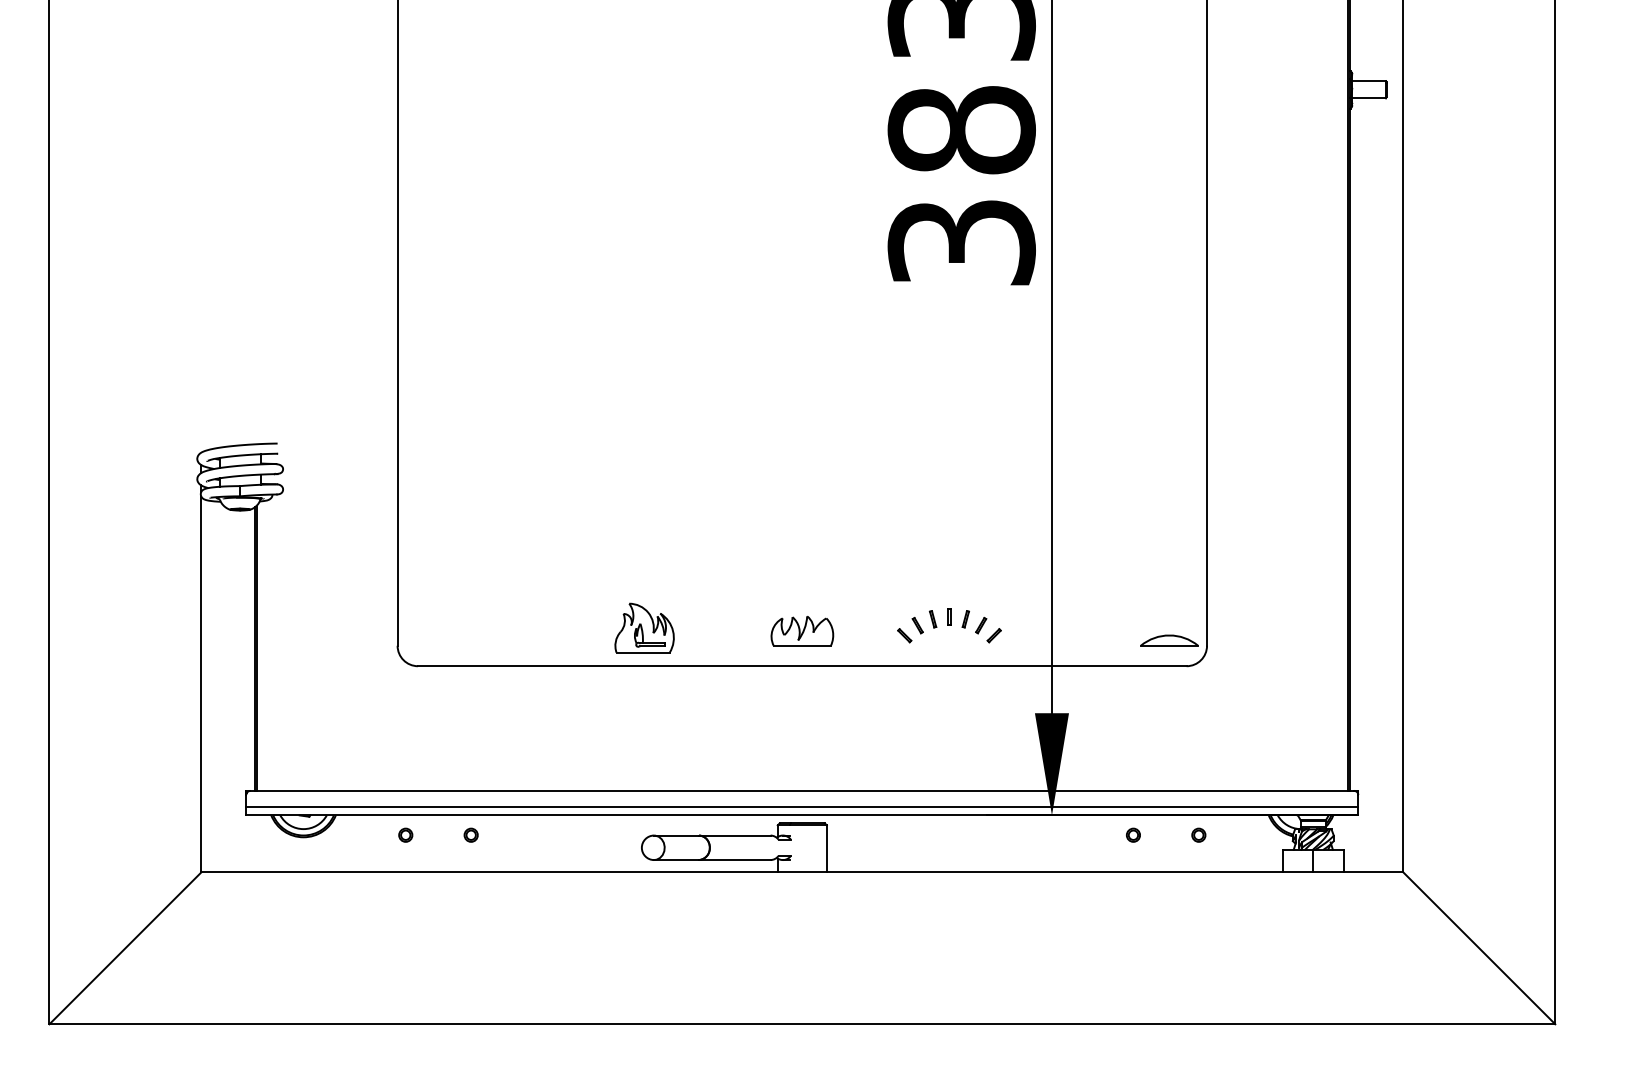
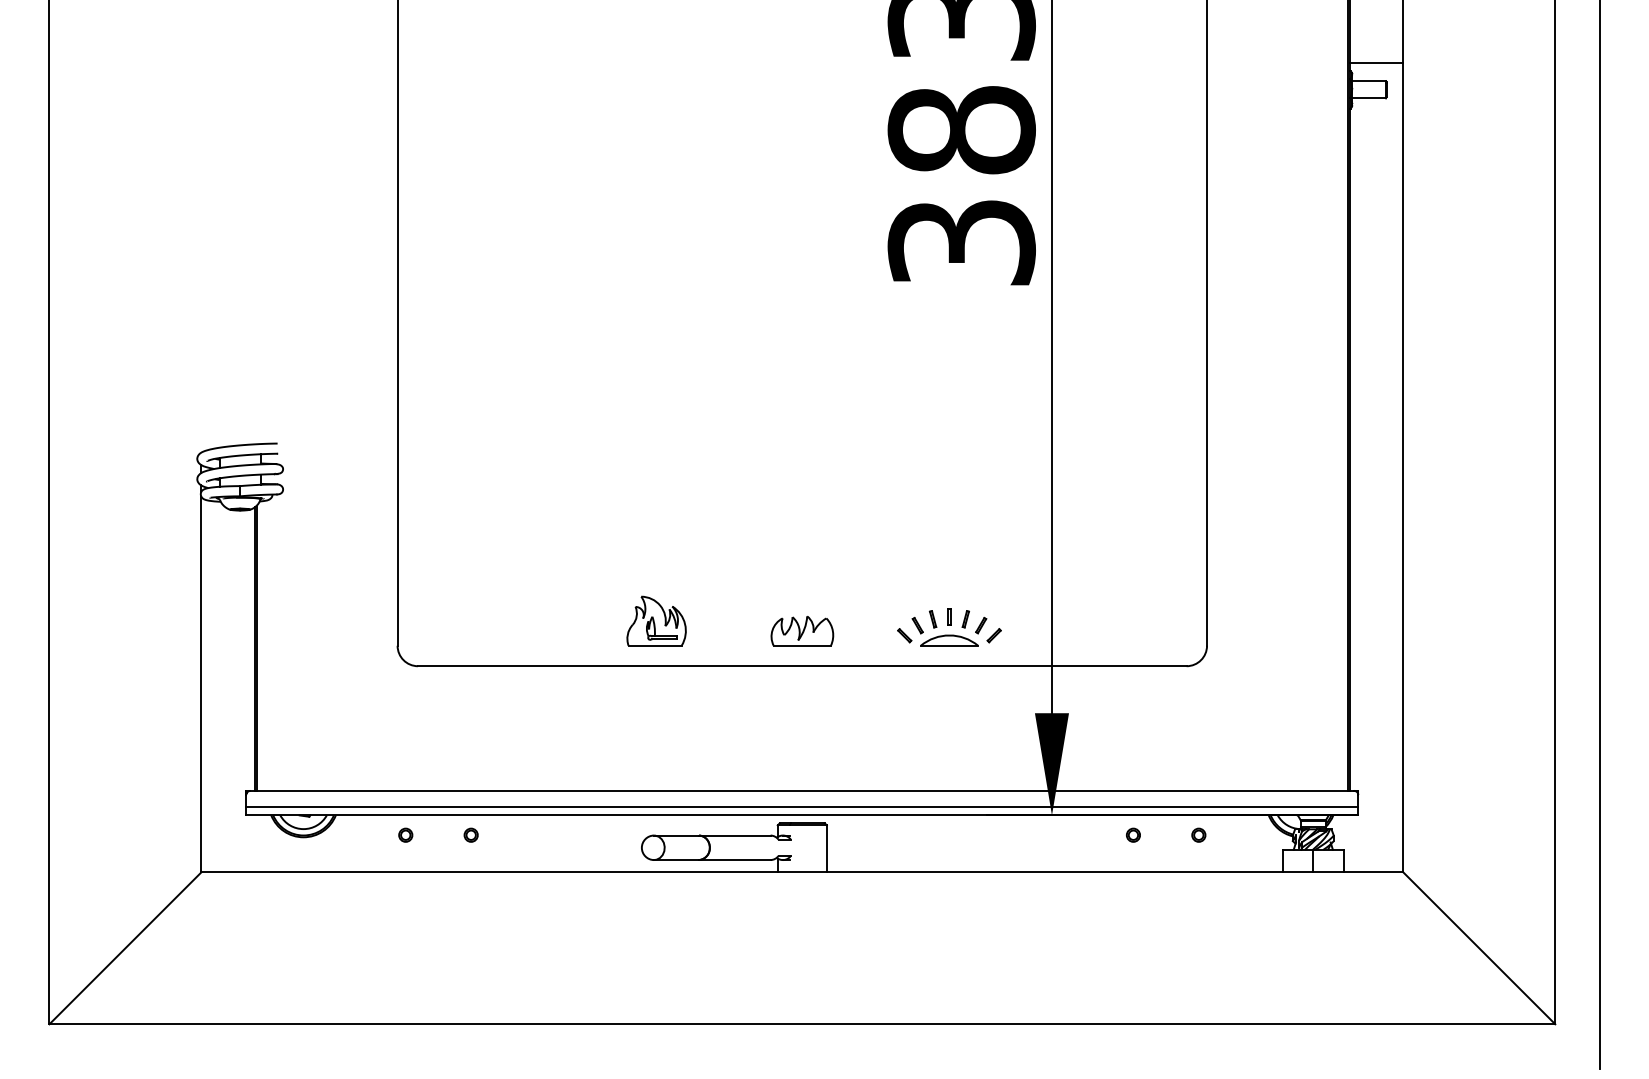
line at (1376, 62): none -> present
line at (1599, 535): none -> present
part at (644, 627) position: (644, 627) -> (656, 620)
part at (1169, 640) position: (1169, 640) -> (949, 640)
